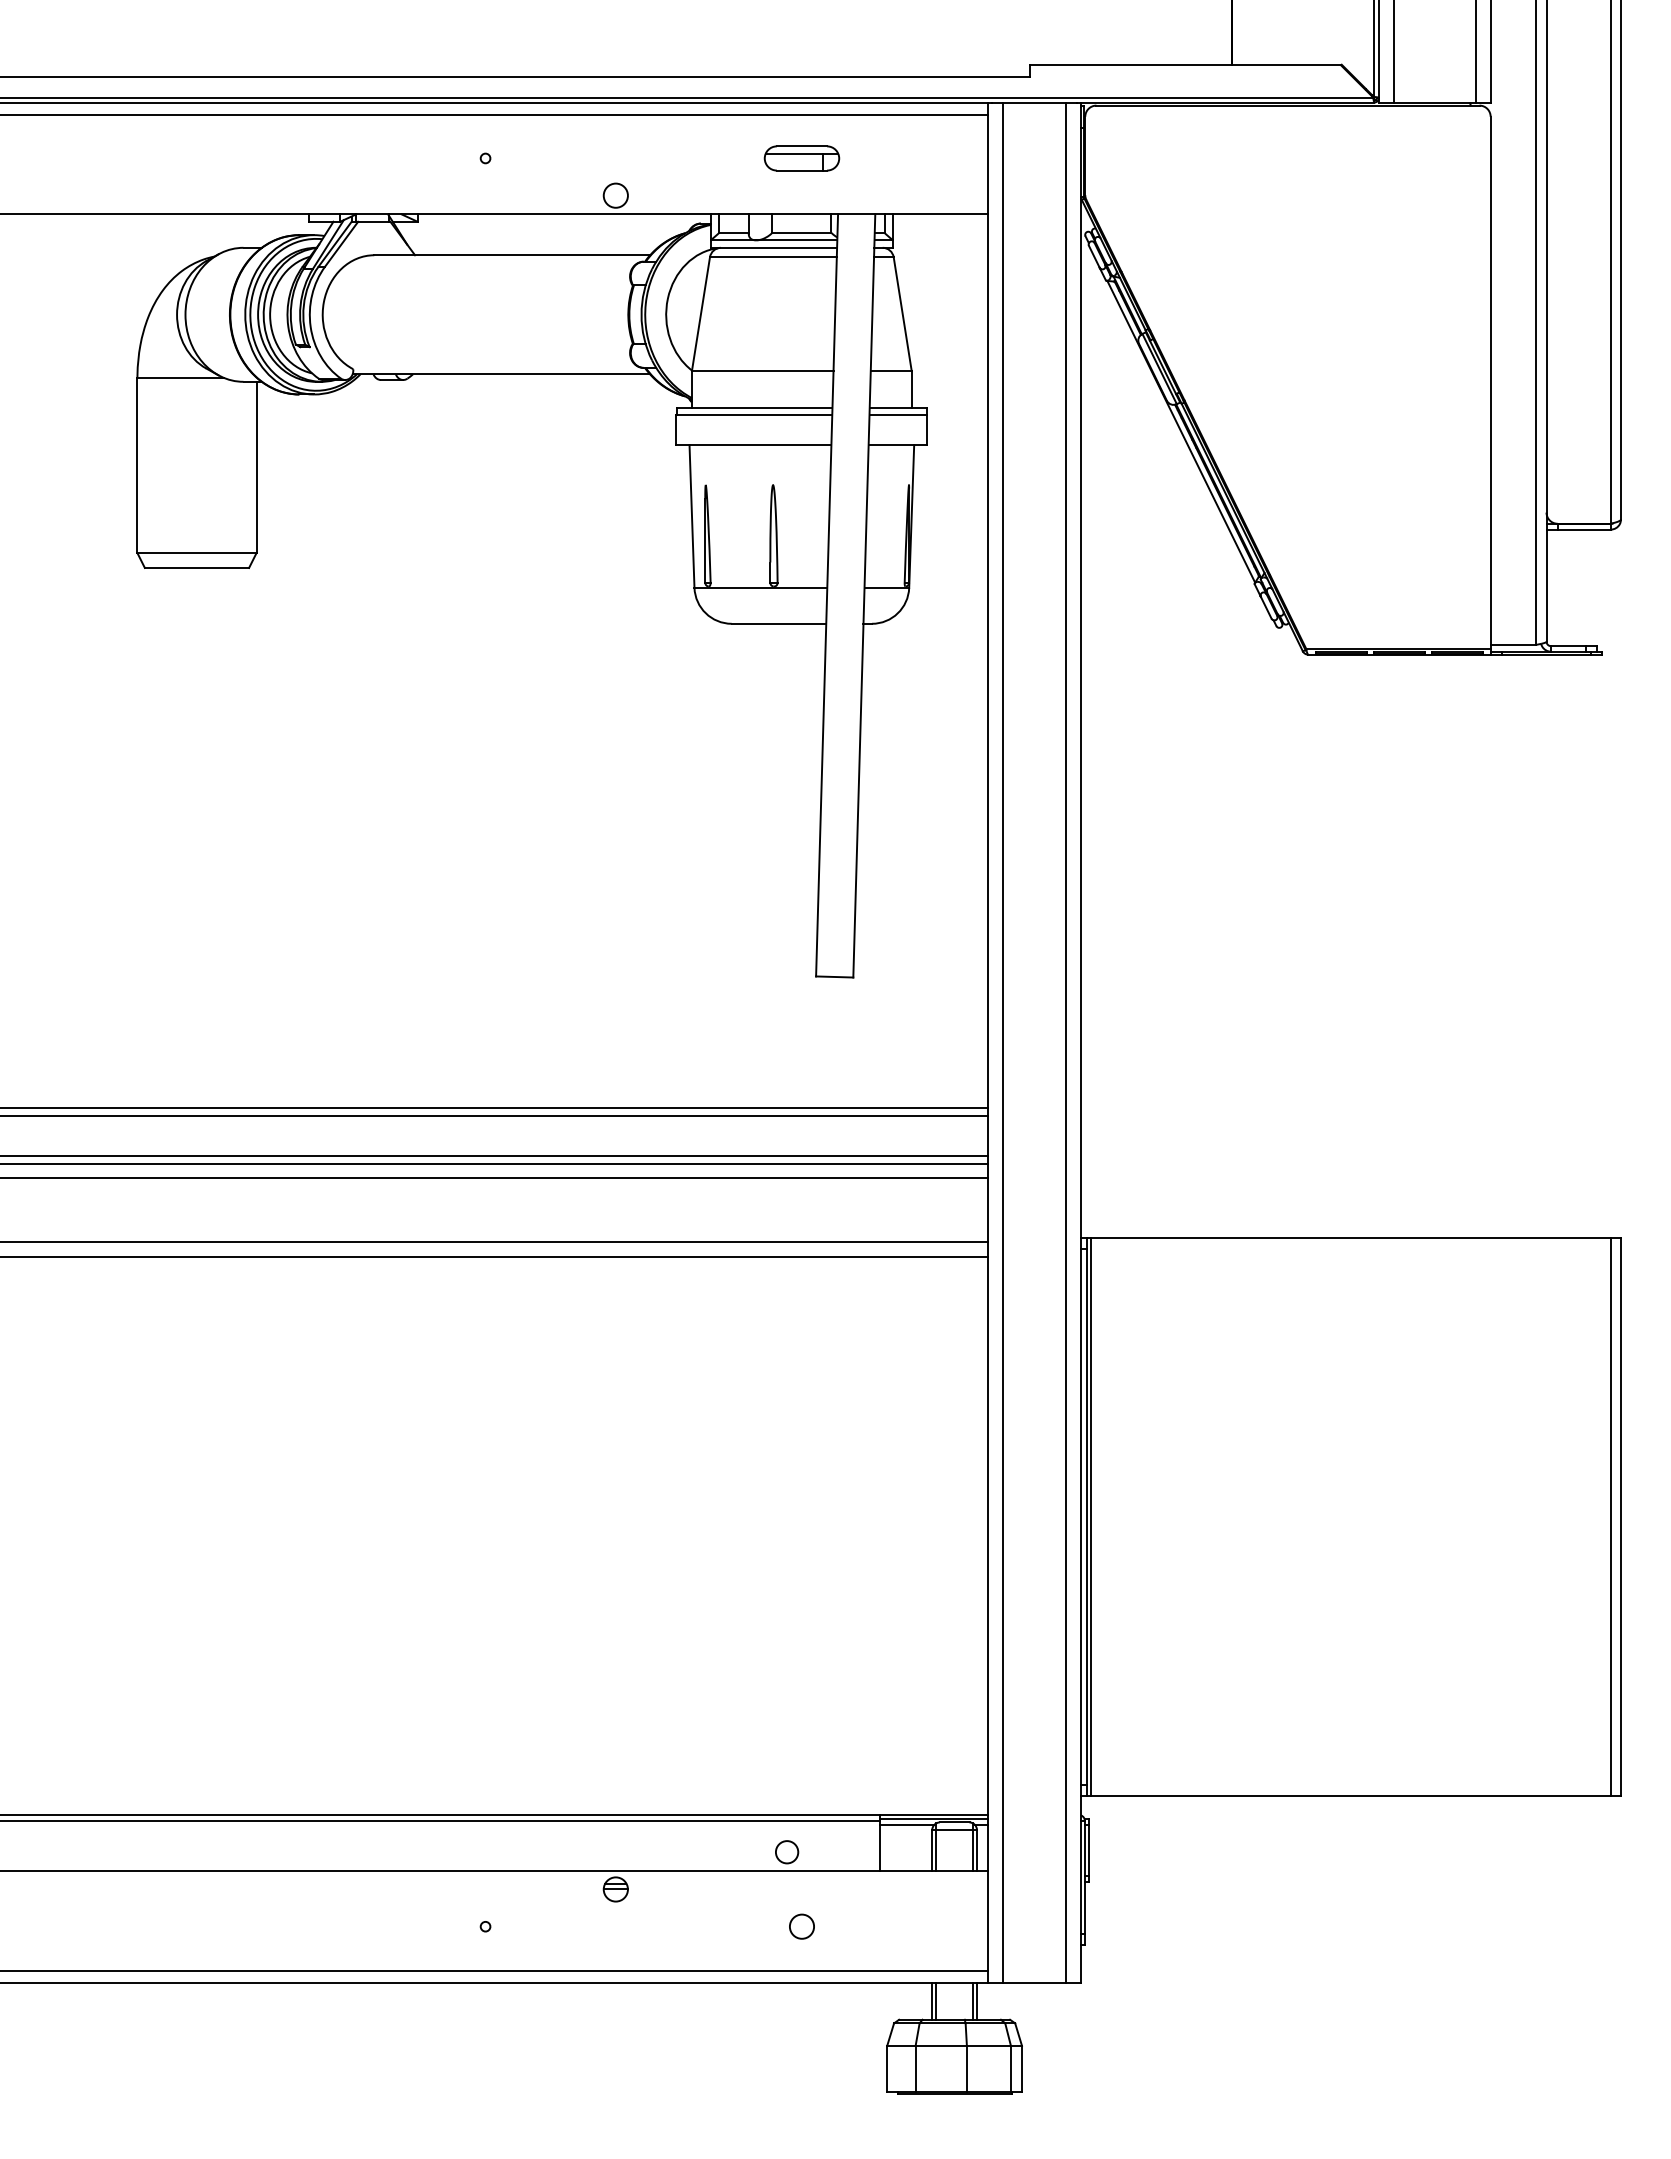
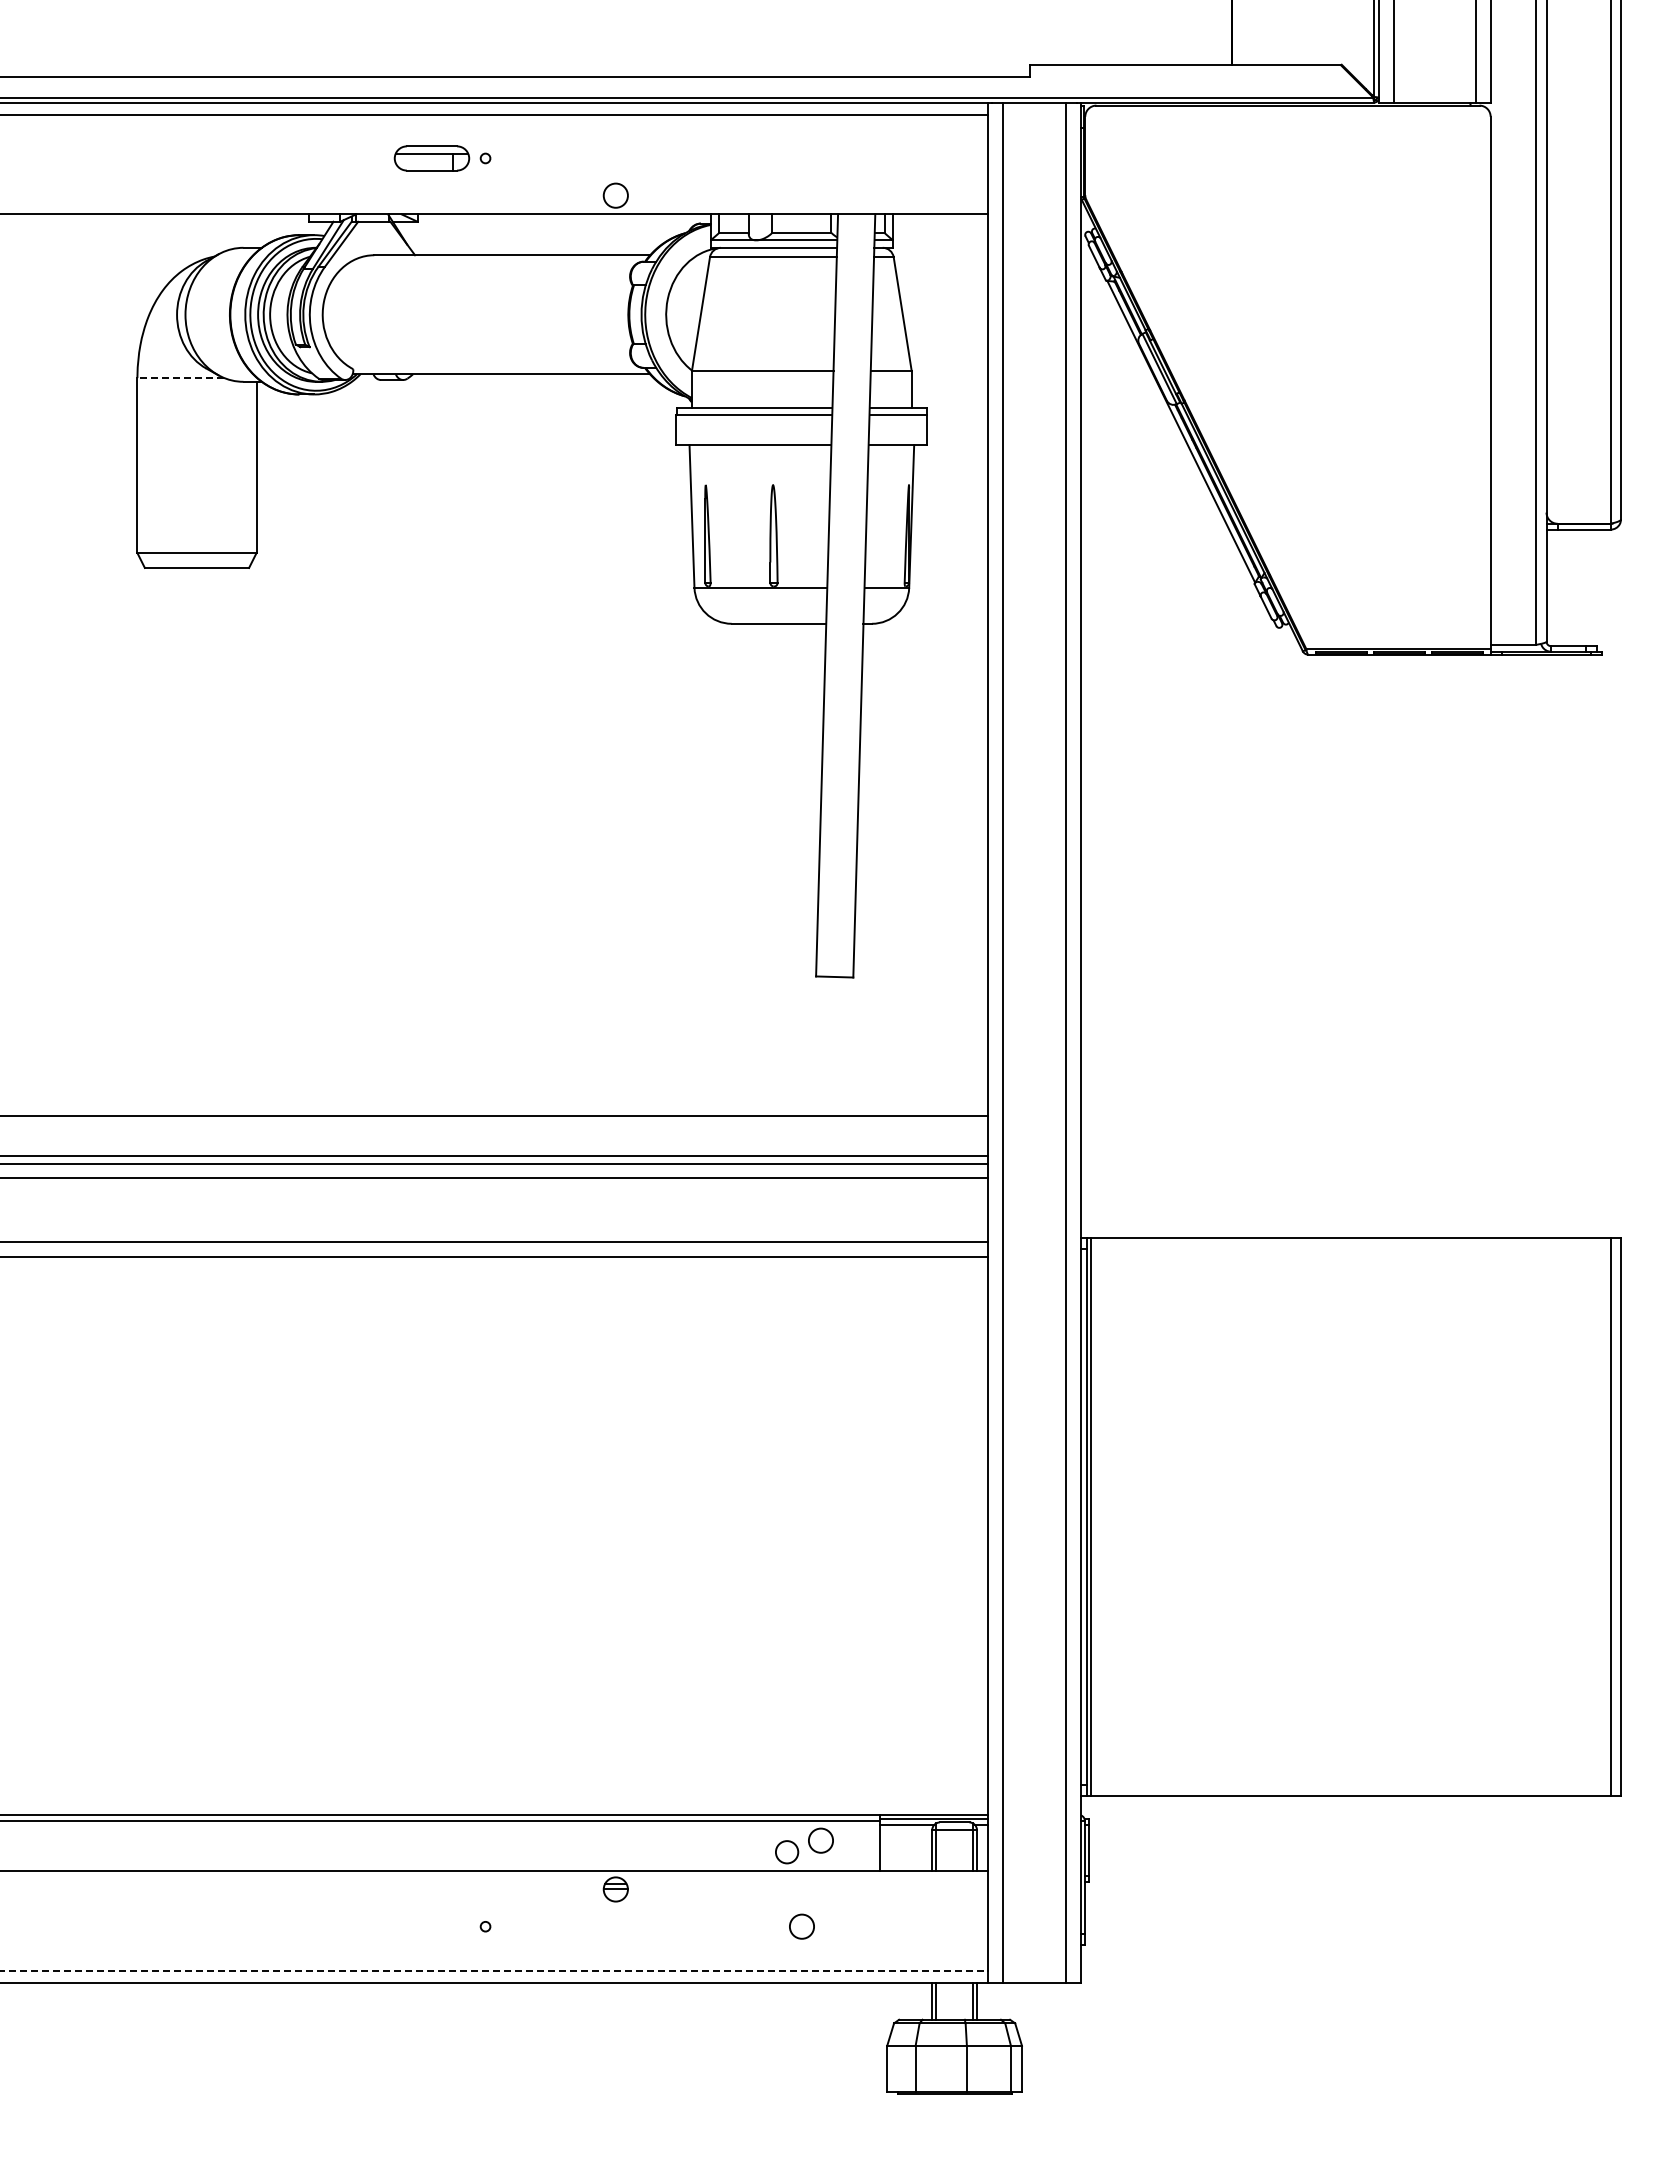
part at (801, 158) position: (801, 158) -> (431, 158)
line at (180, 378): solid -> dashed
line at (495, 1107): present -> none
circle at (820, 1840): none -> present
line at (494, 1970): solid -> dashed
